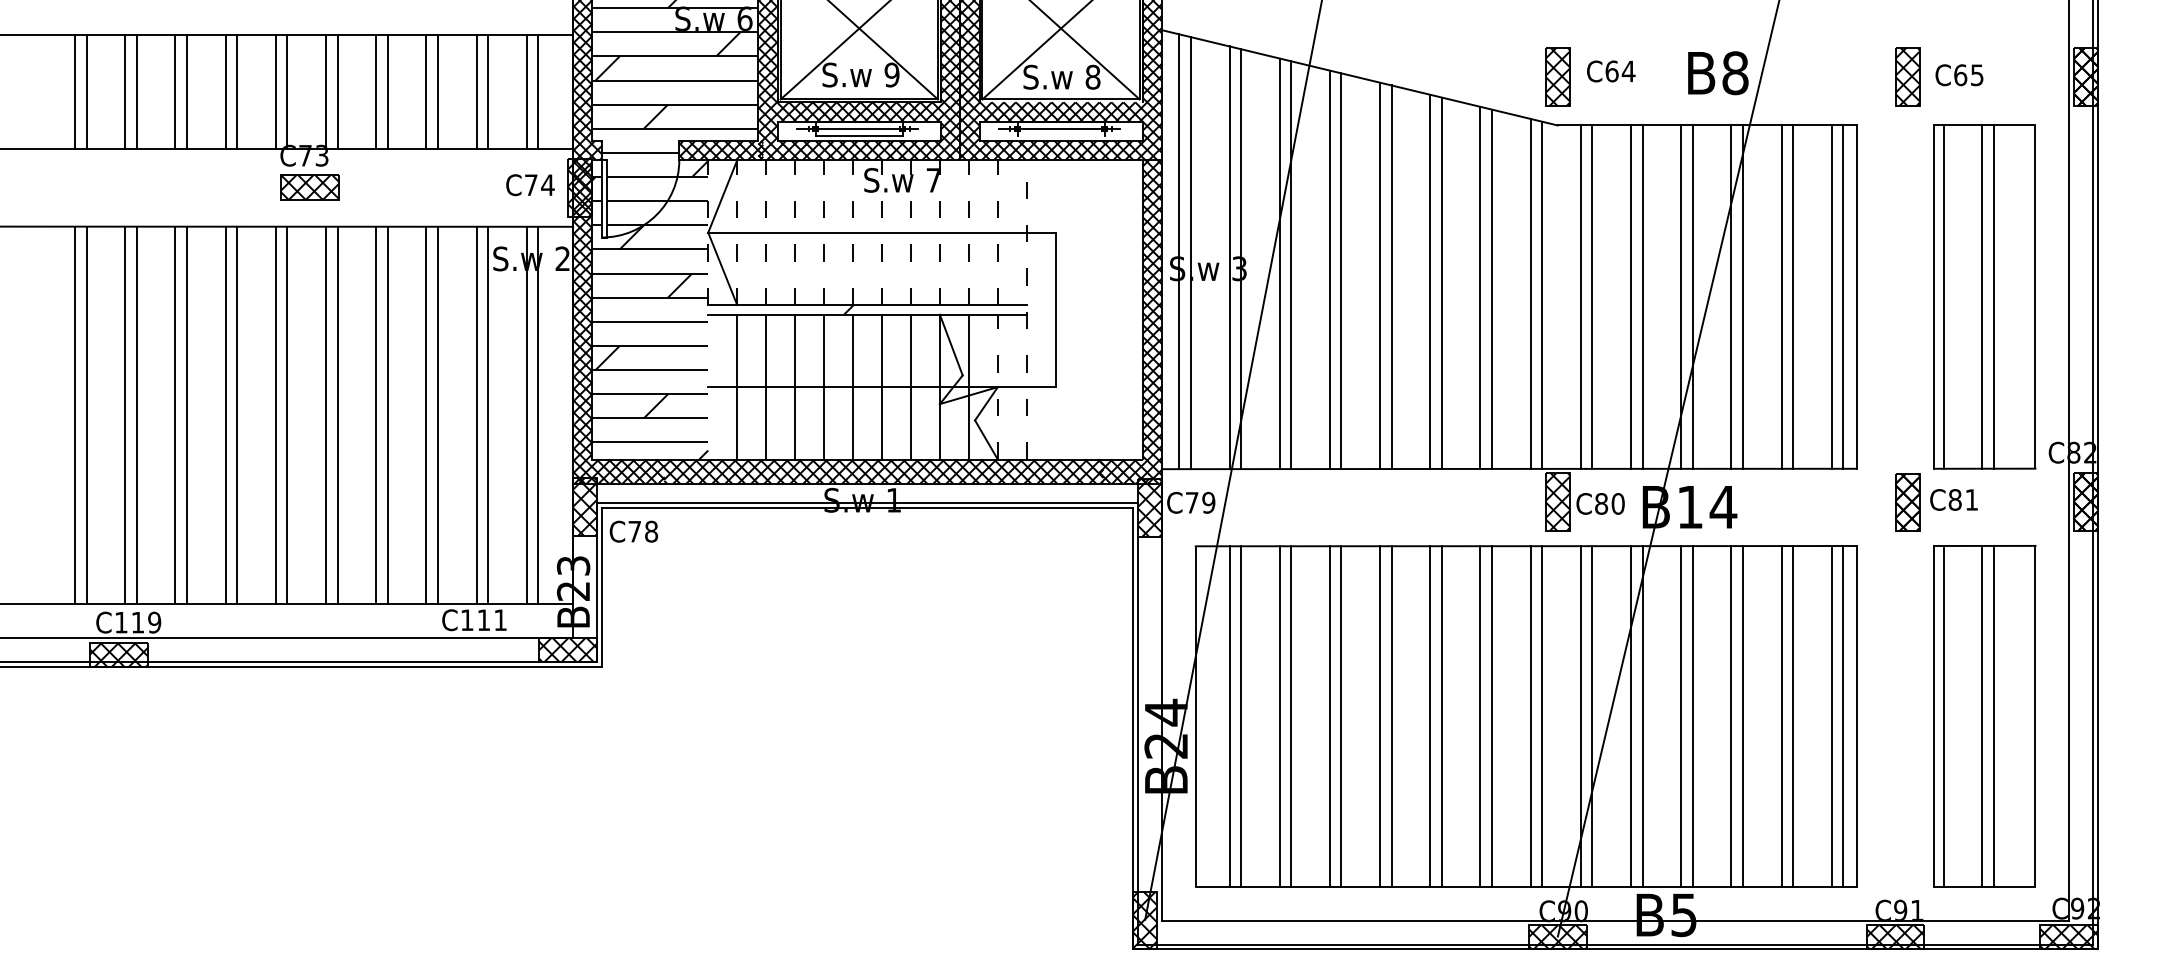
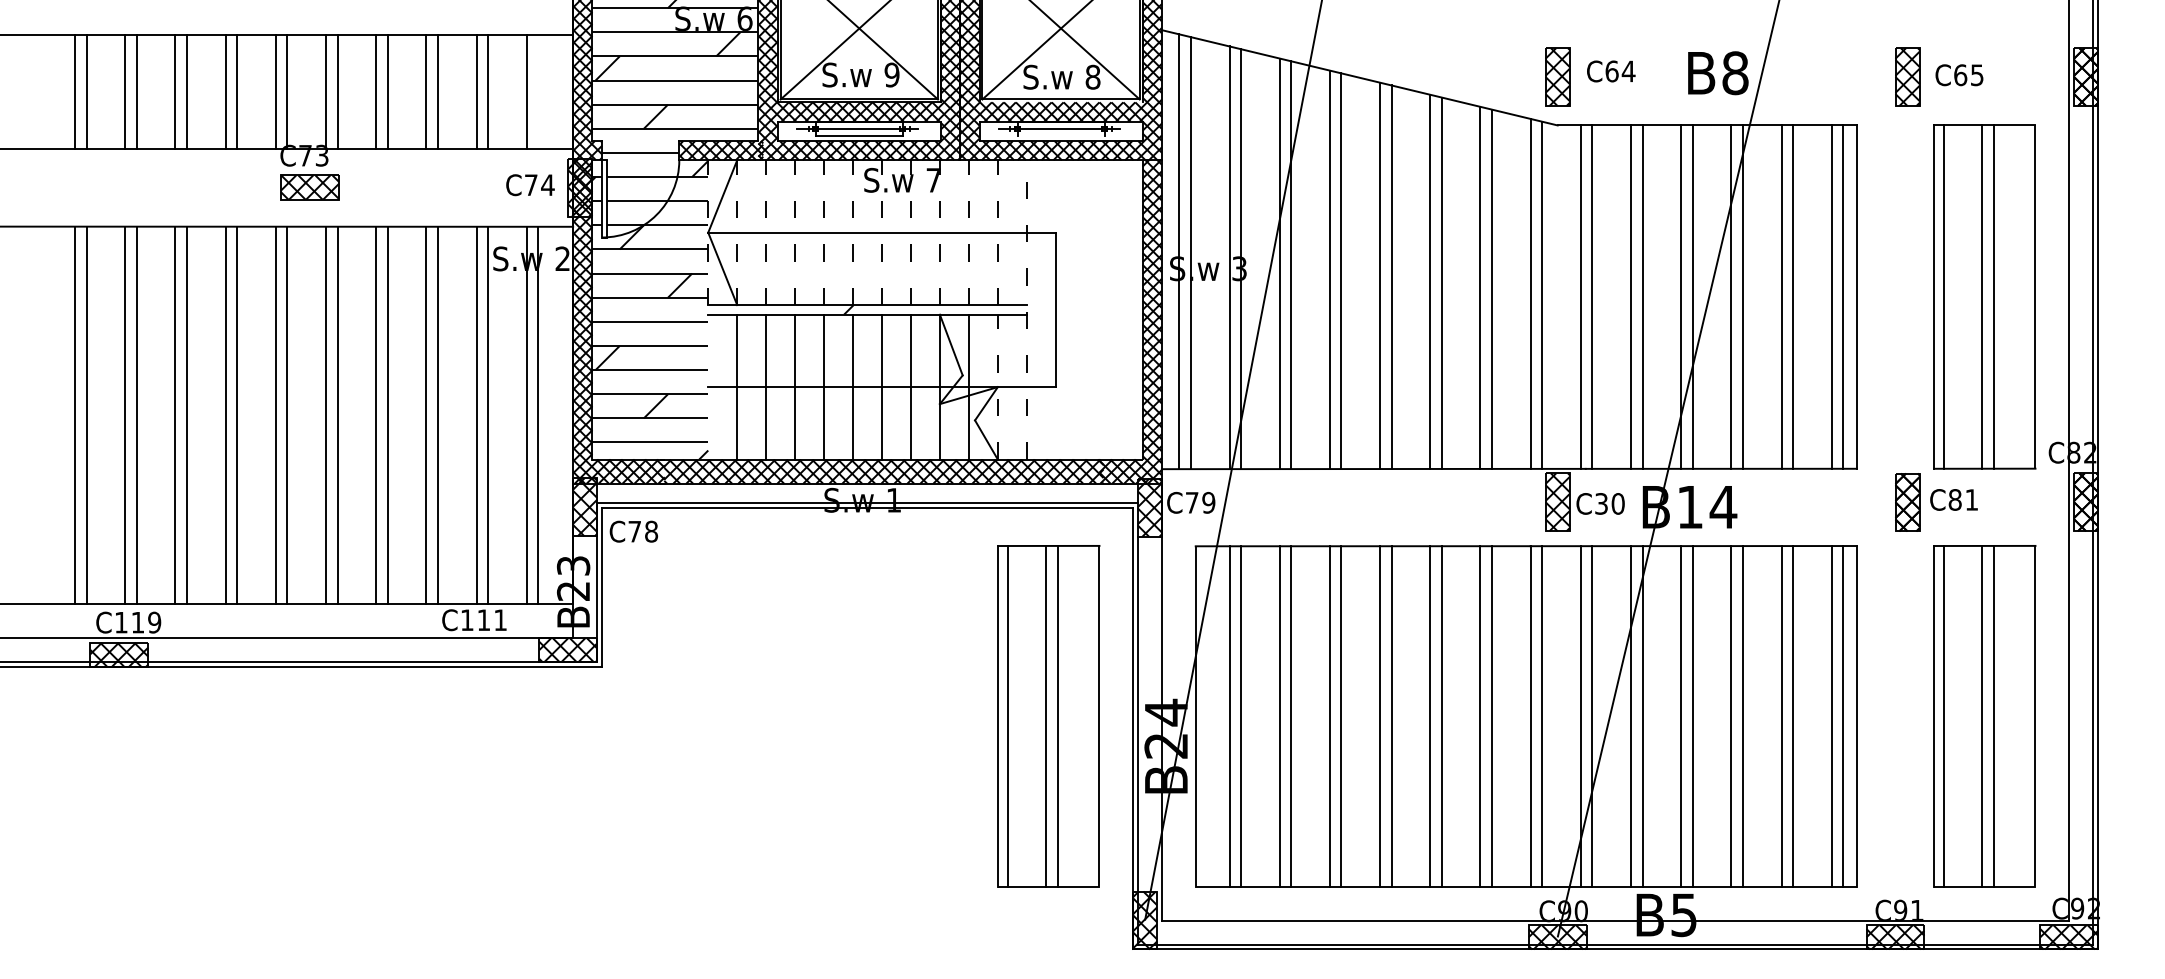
line at (538, 91): present -> none
text at (1601, 503): C80 -> C30
part at (1048, 716): none -> present
